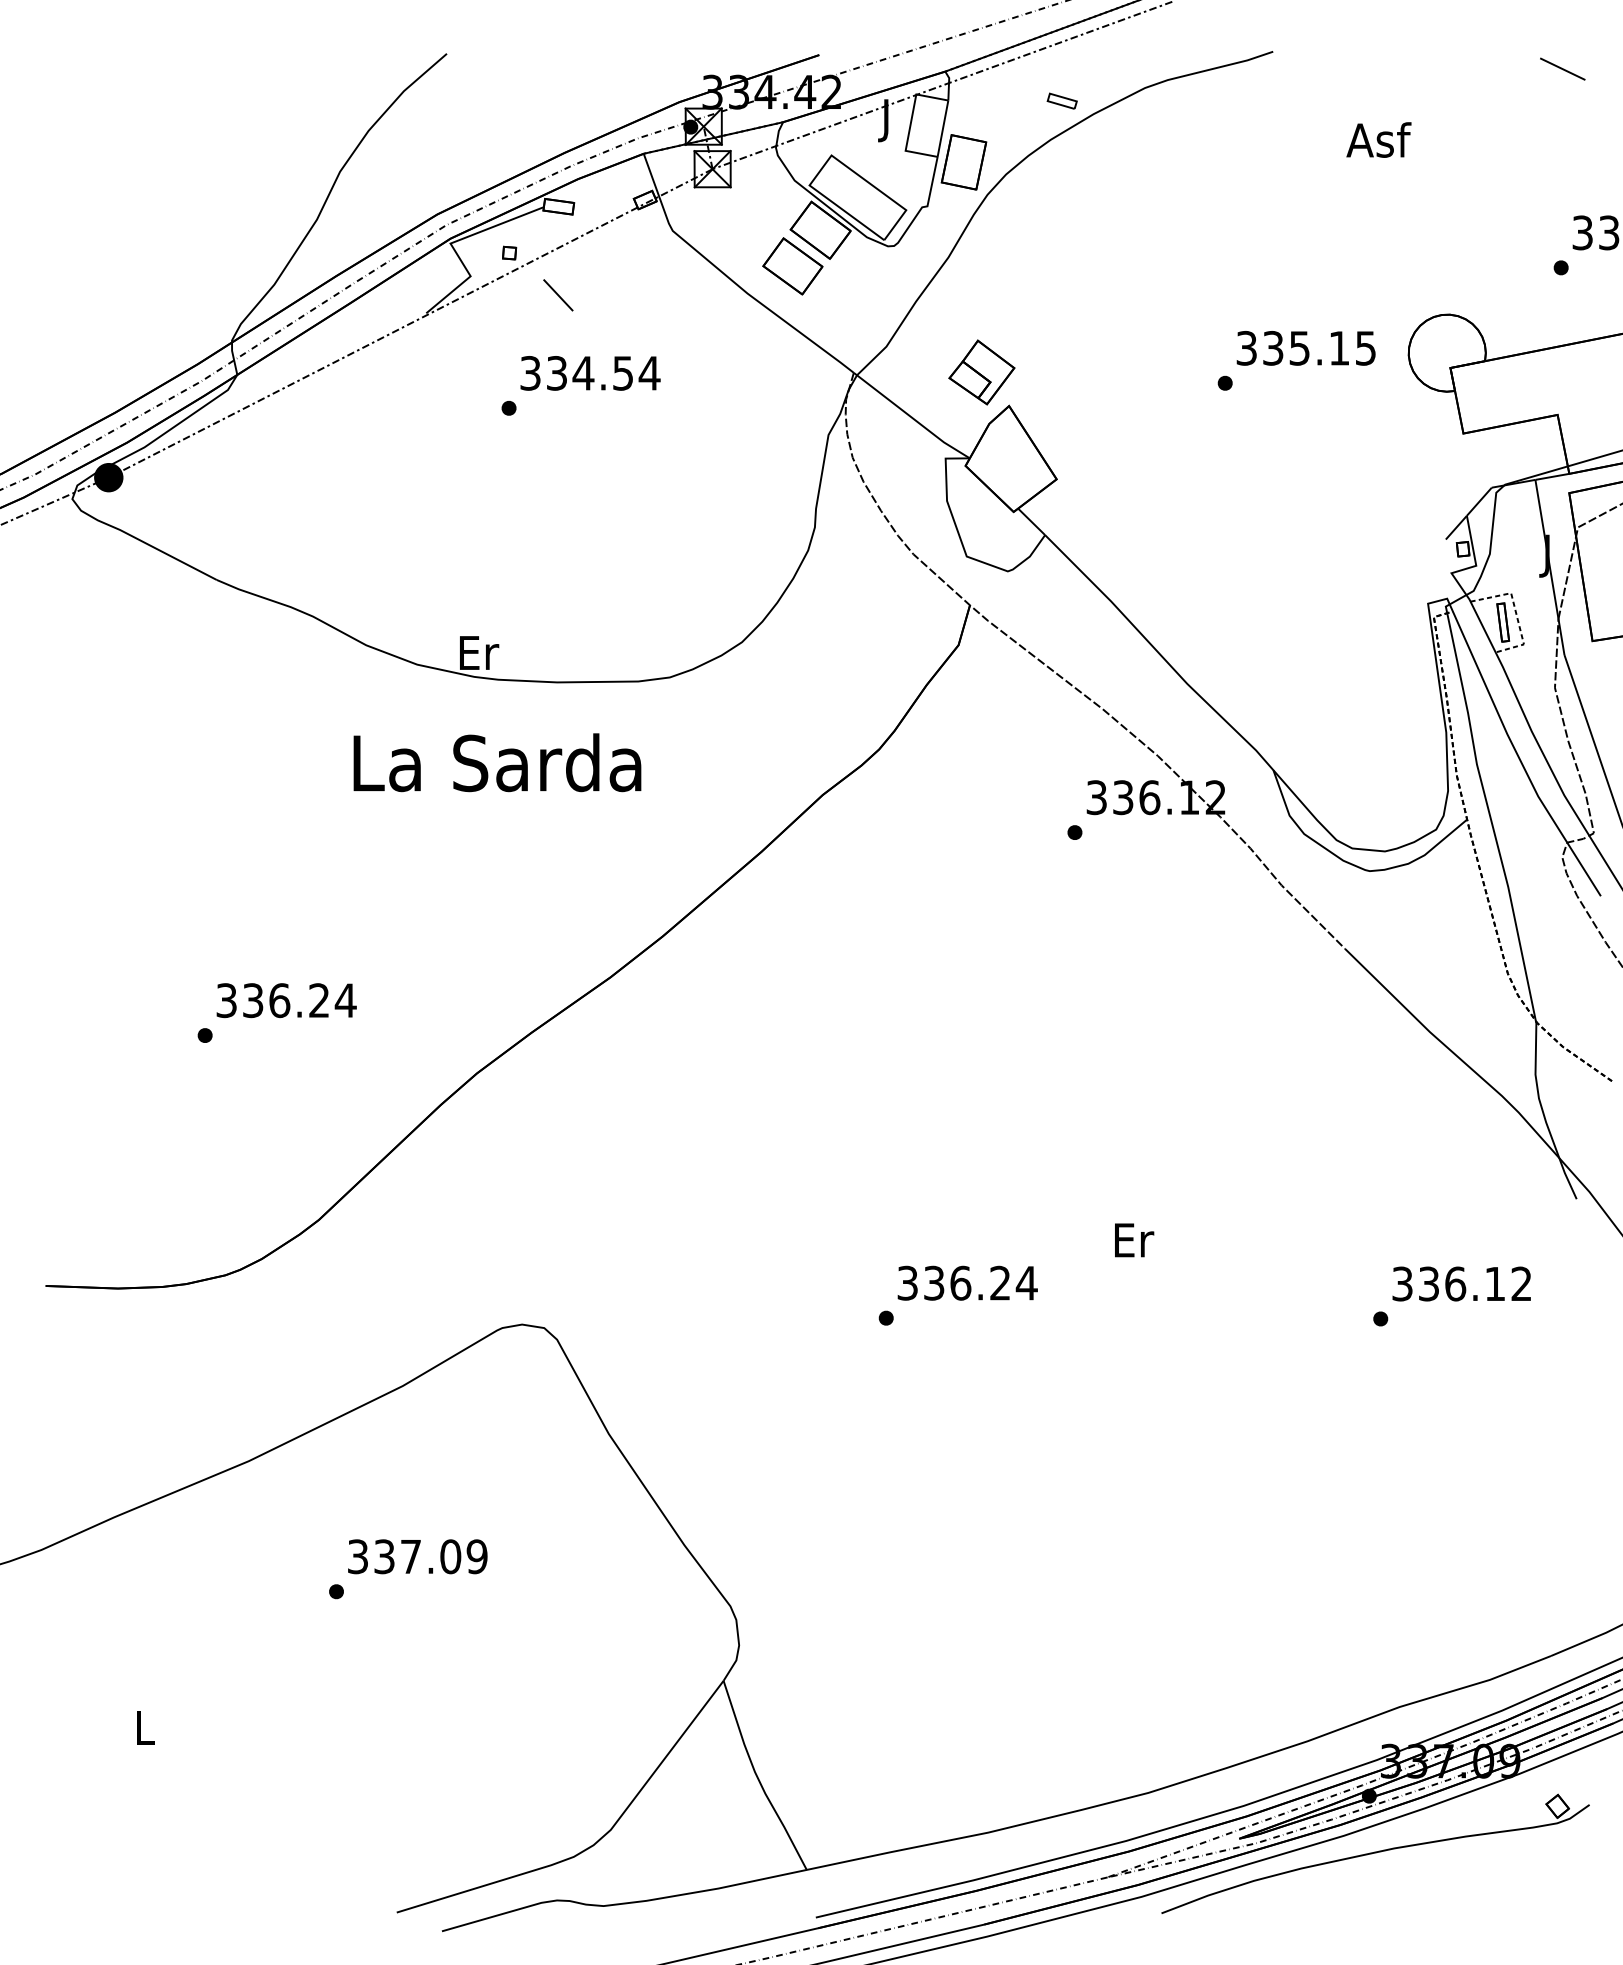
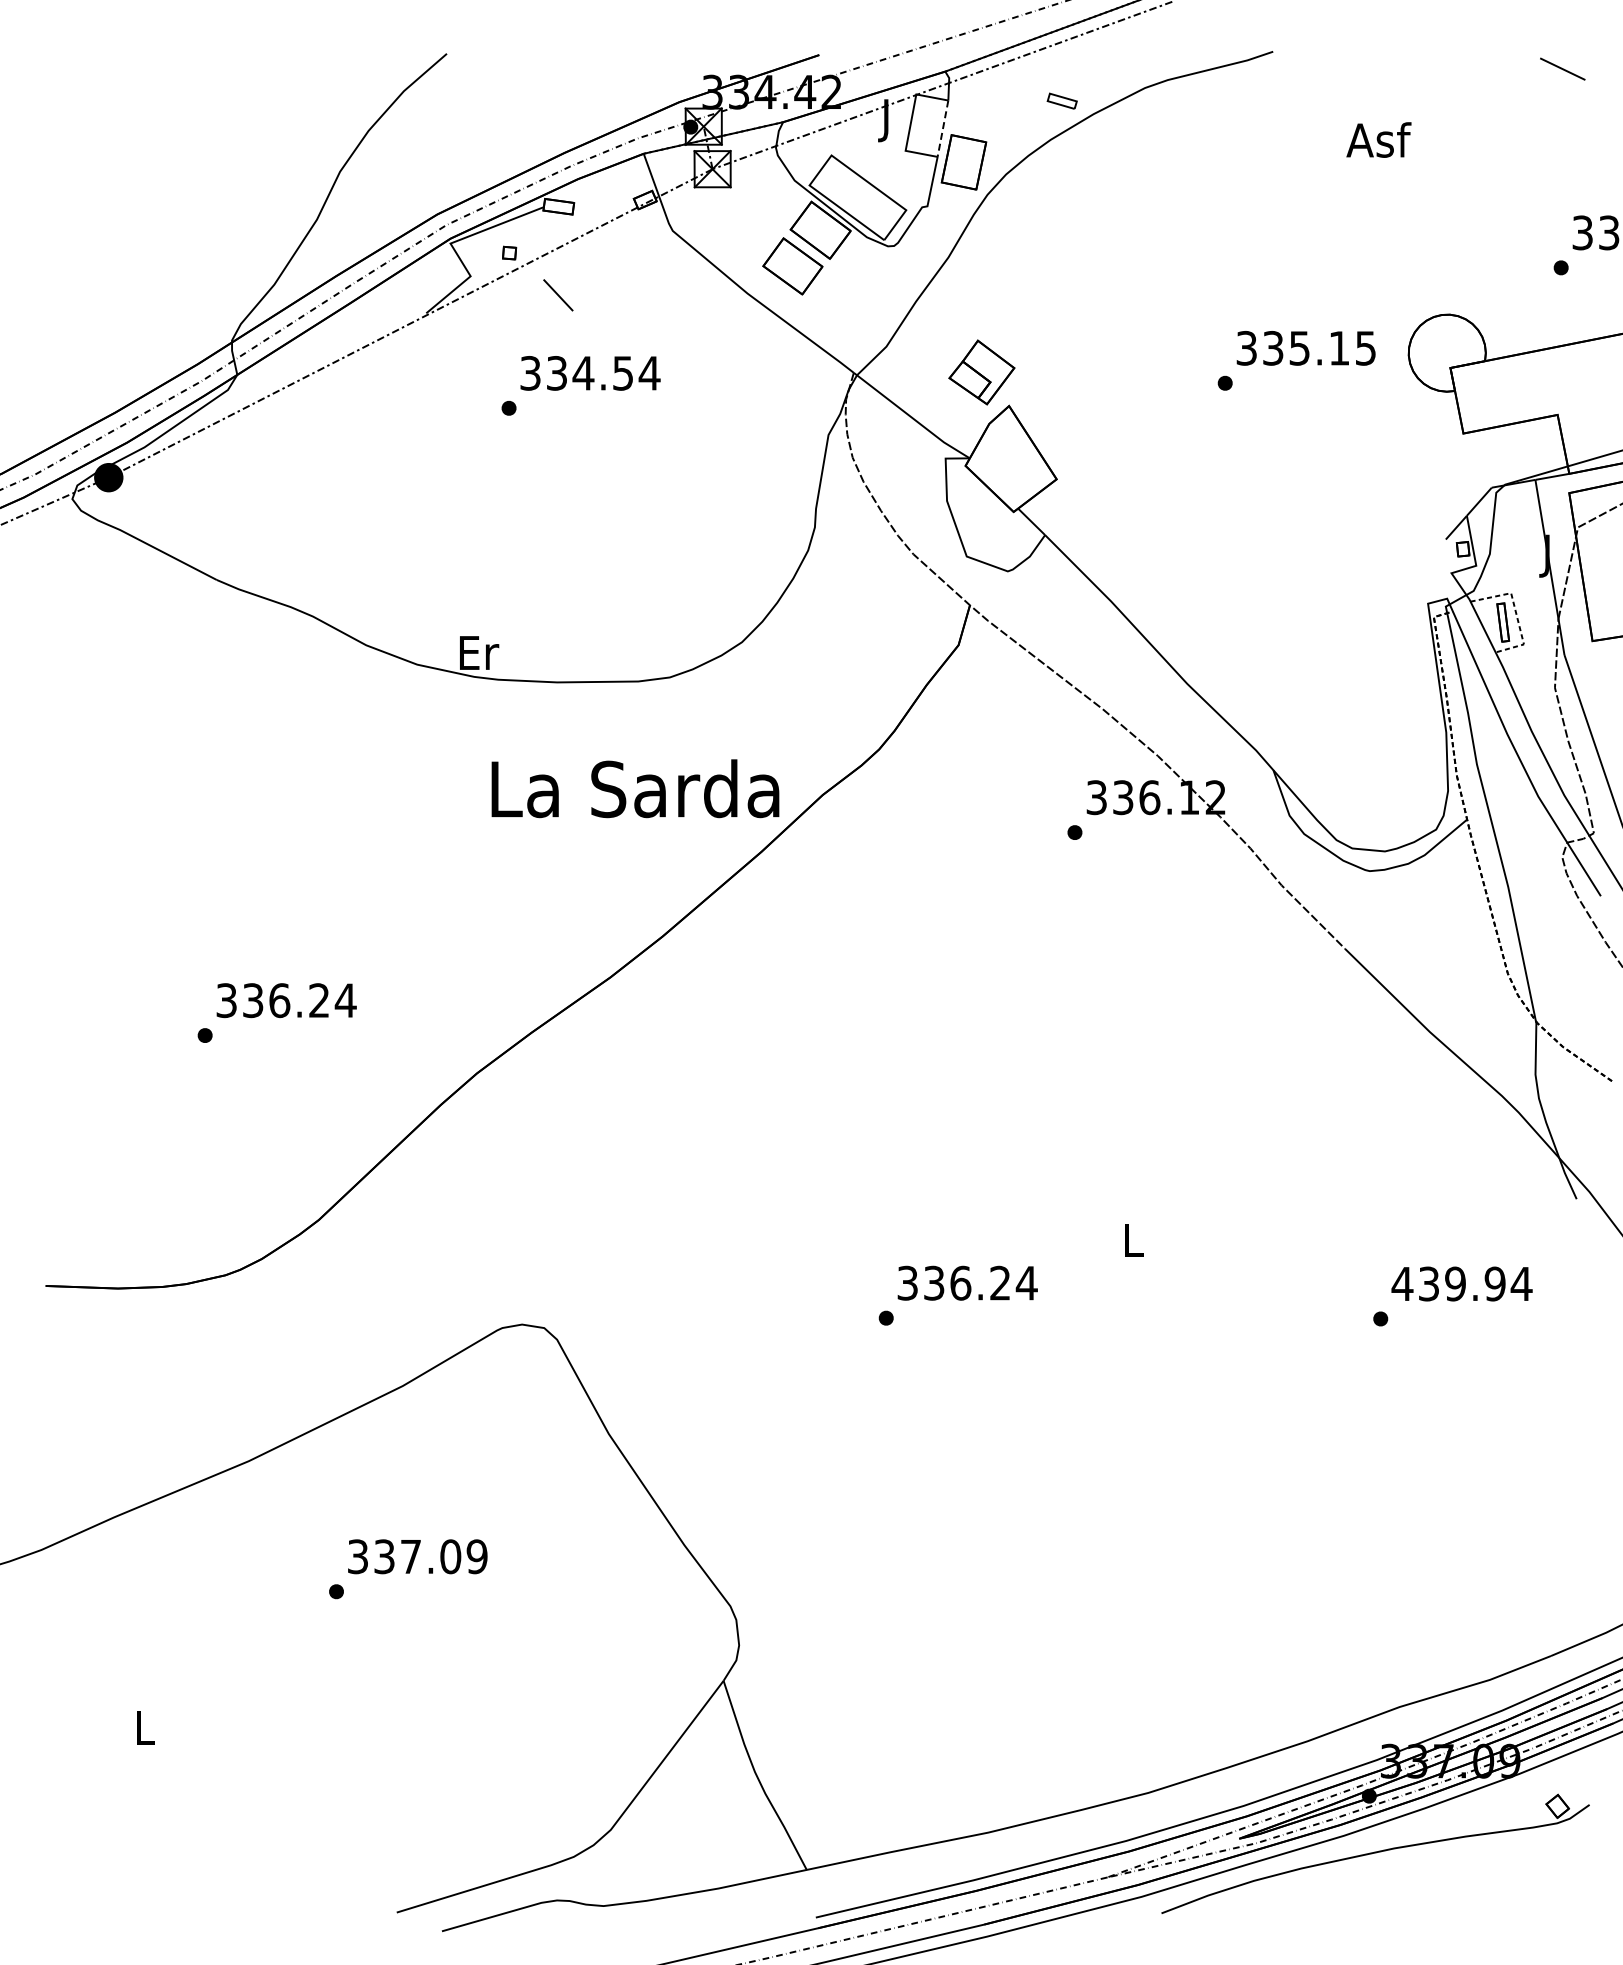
line at (943, 128): solid -> dashed
text at (497, 762) position: (497, 762) -> (635, 788)
text at (1134, 1240): Er -> L
text at (1461, 1283): 336.12 -> 439.94
